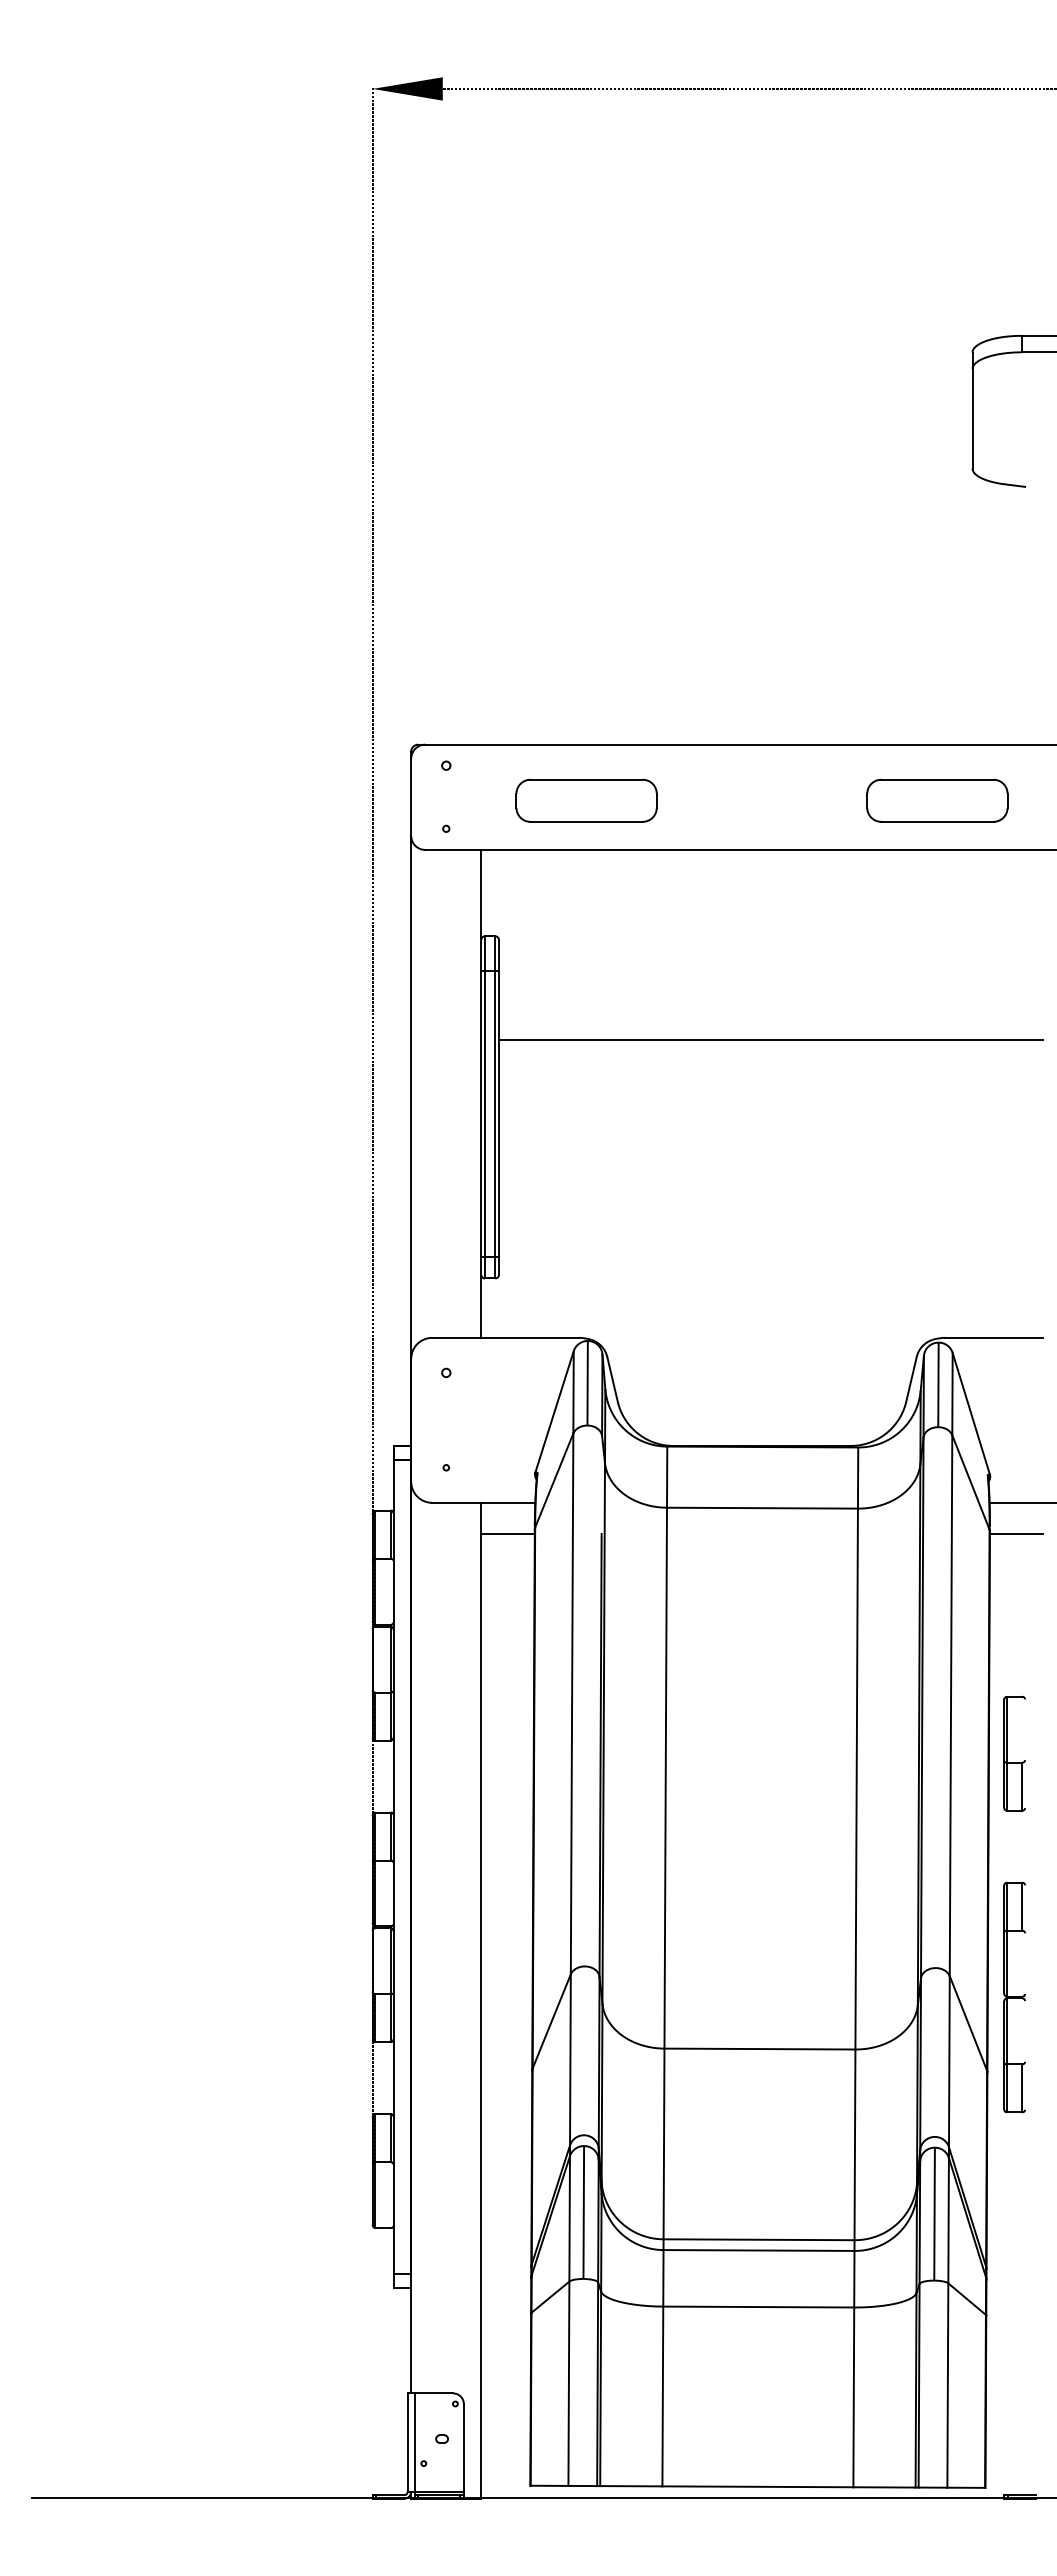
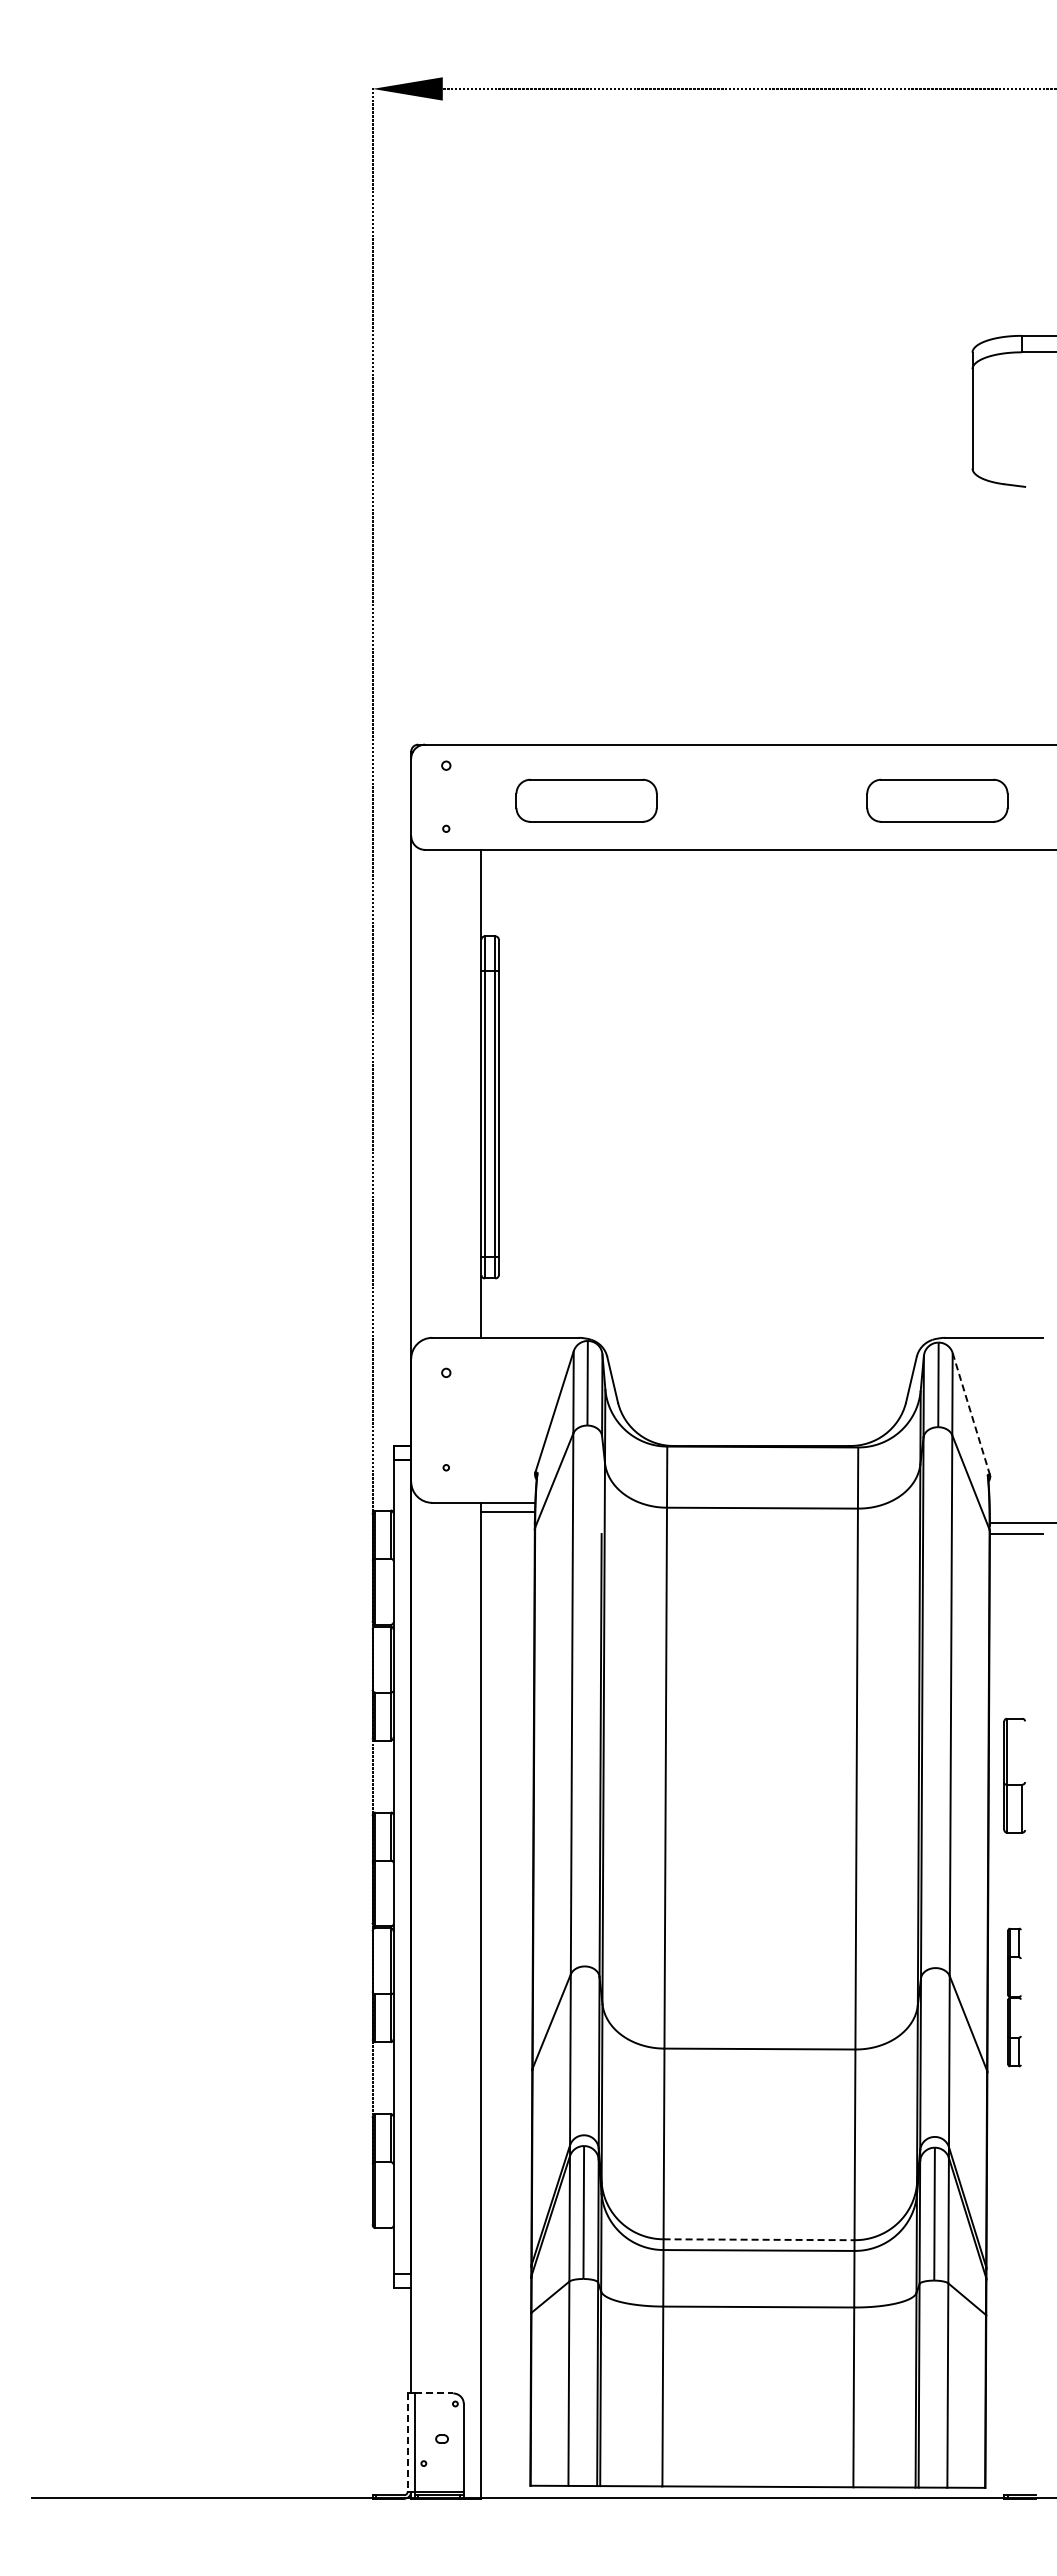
line at (770, 1040): present -> none
line at (971, 1413): solid -> dashed
line at (1021, 1502) position: (1021, 1502) -> (1021, 1522)
line at (508, 1533) position: (508, 1533) -> (508, 1511)
part at (1007, 1753) position: (1007, 1753) -> (1007, 1775)
part at (1014, 1997) size: 23x233 px -> 15x141 px
line at (759, 2239): solid -> dashed
line at (434, 2393): solid -> dashed
line at (407, 2443): solid -> dashed
